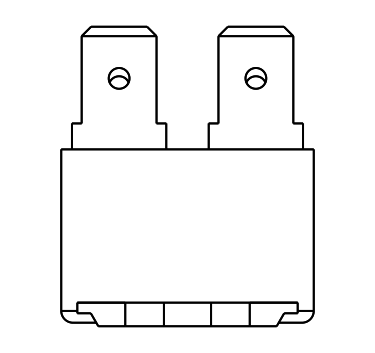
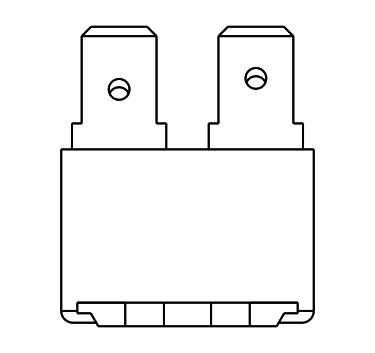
part at (118, 78) position: (118, 78) -> (118, 89)
